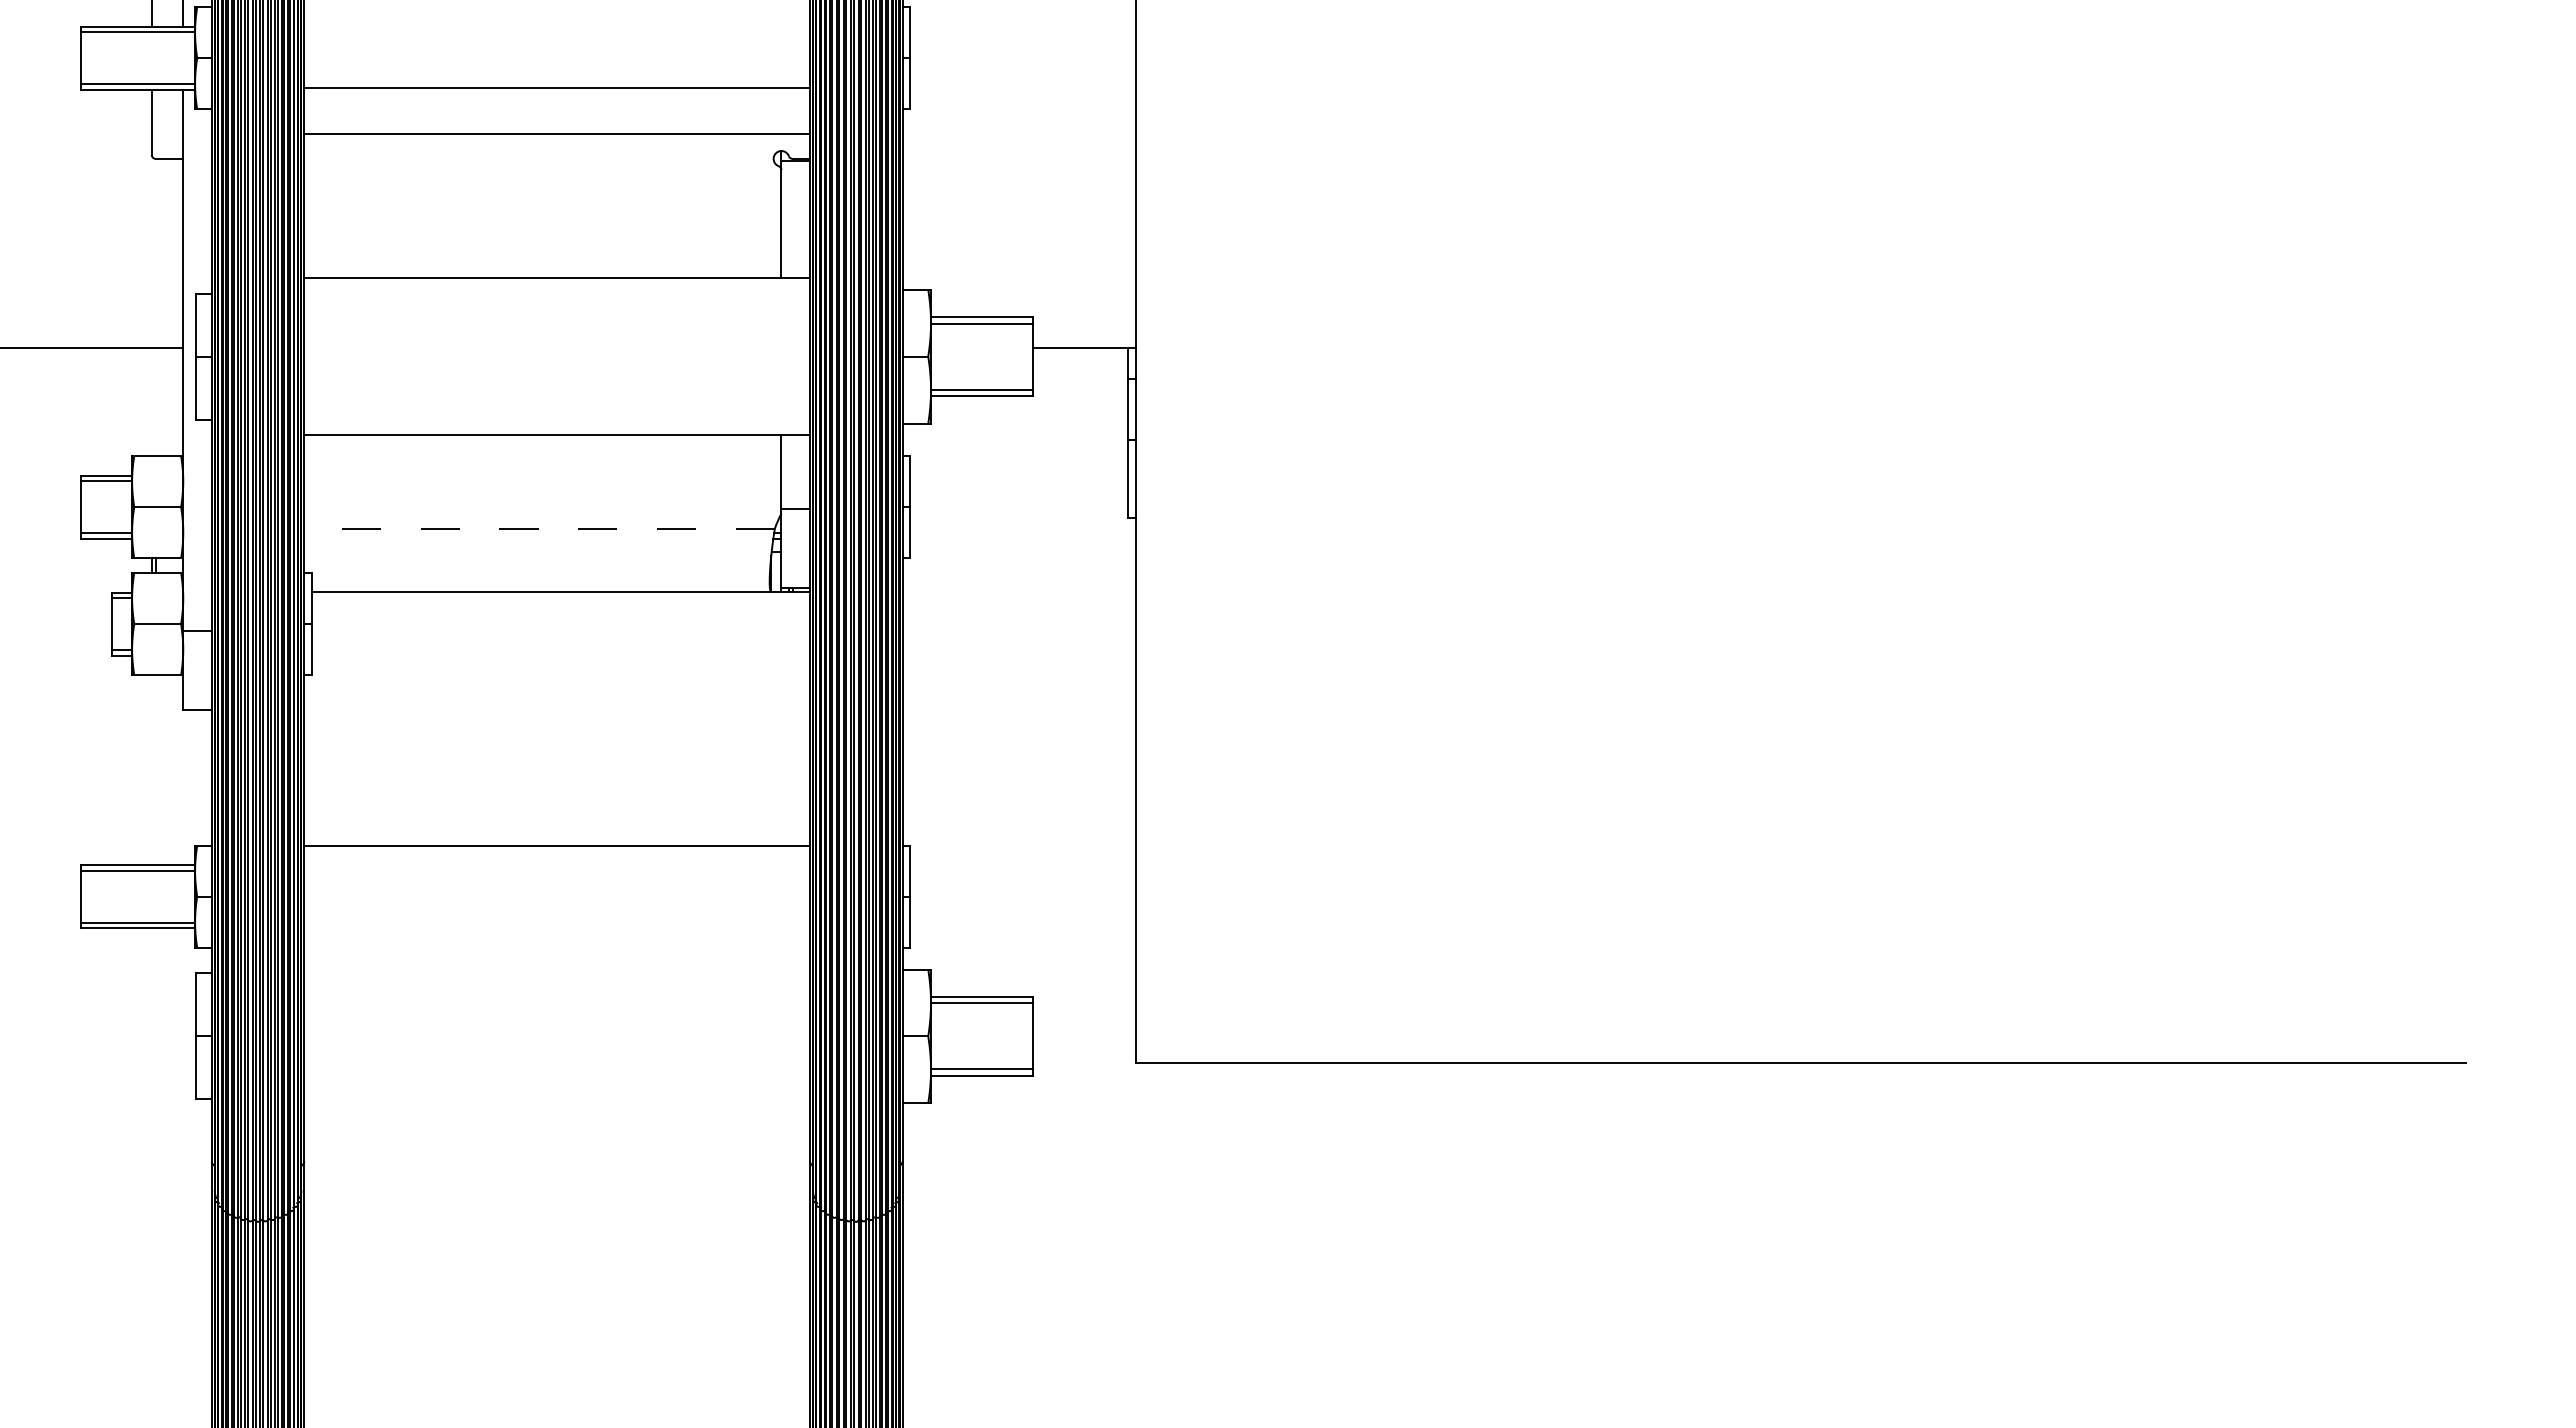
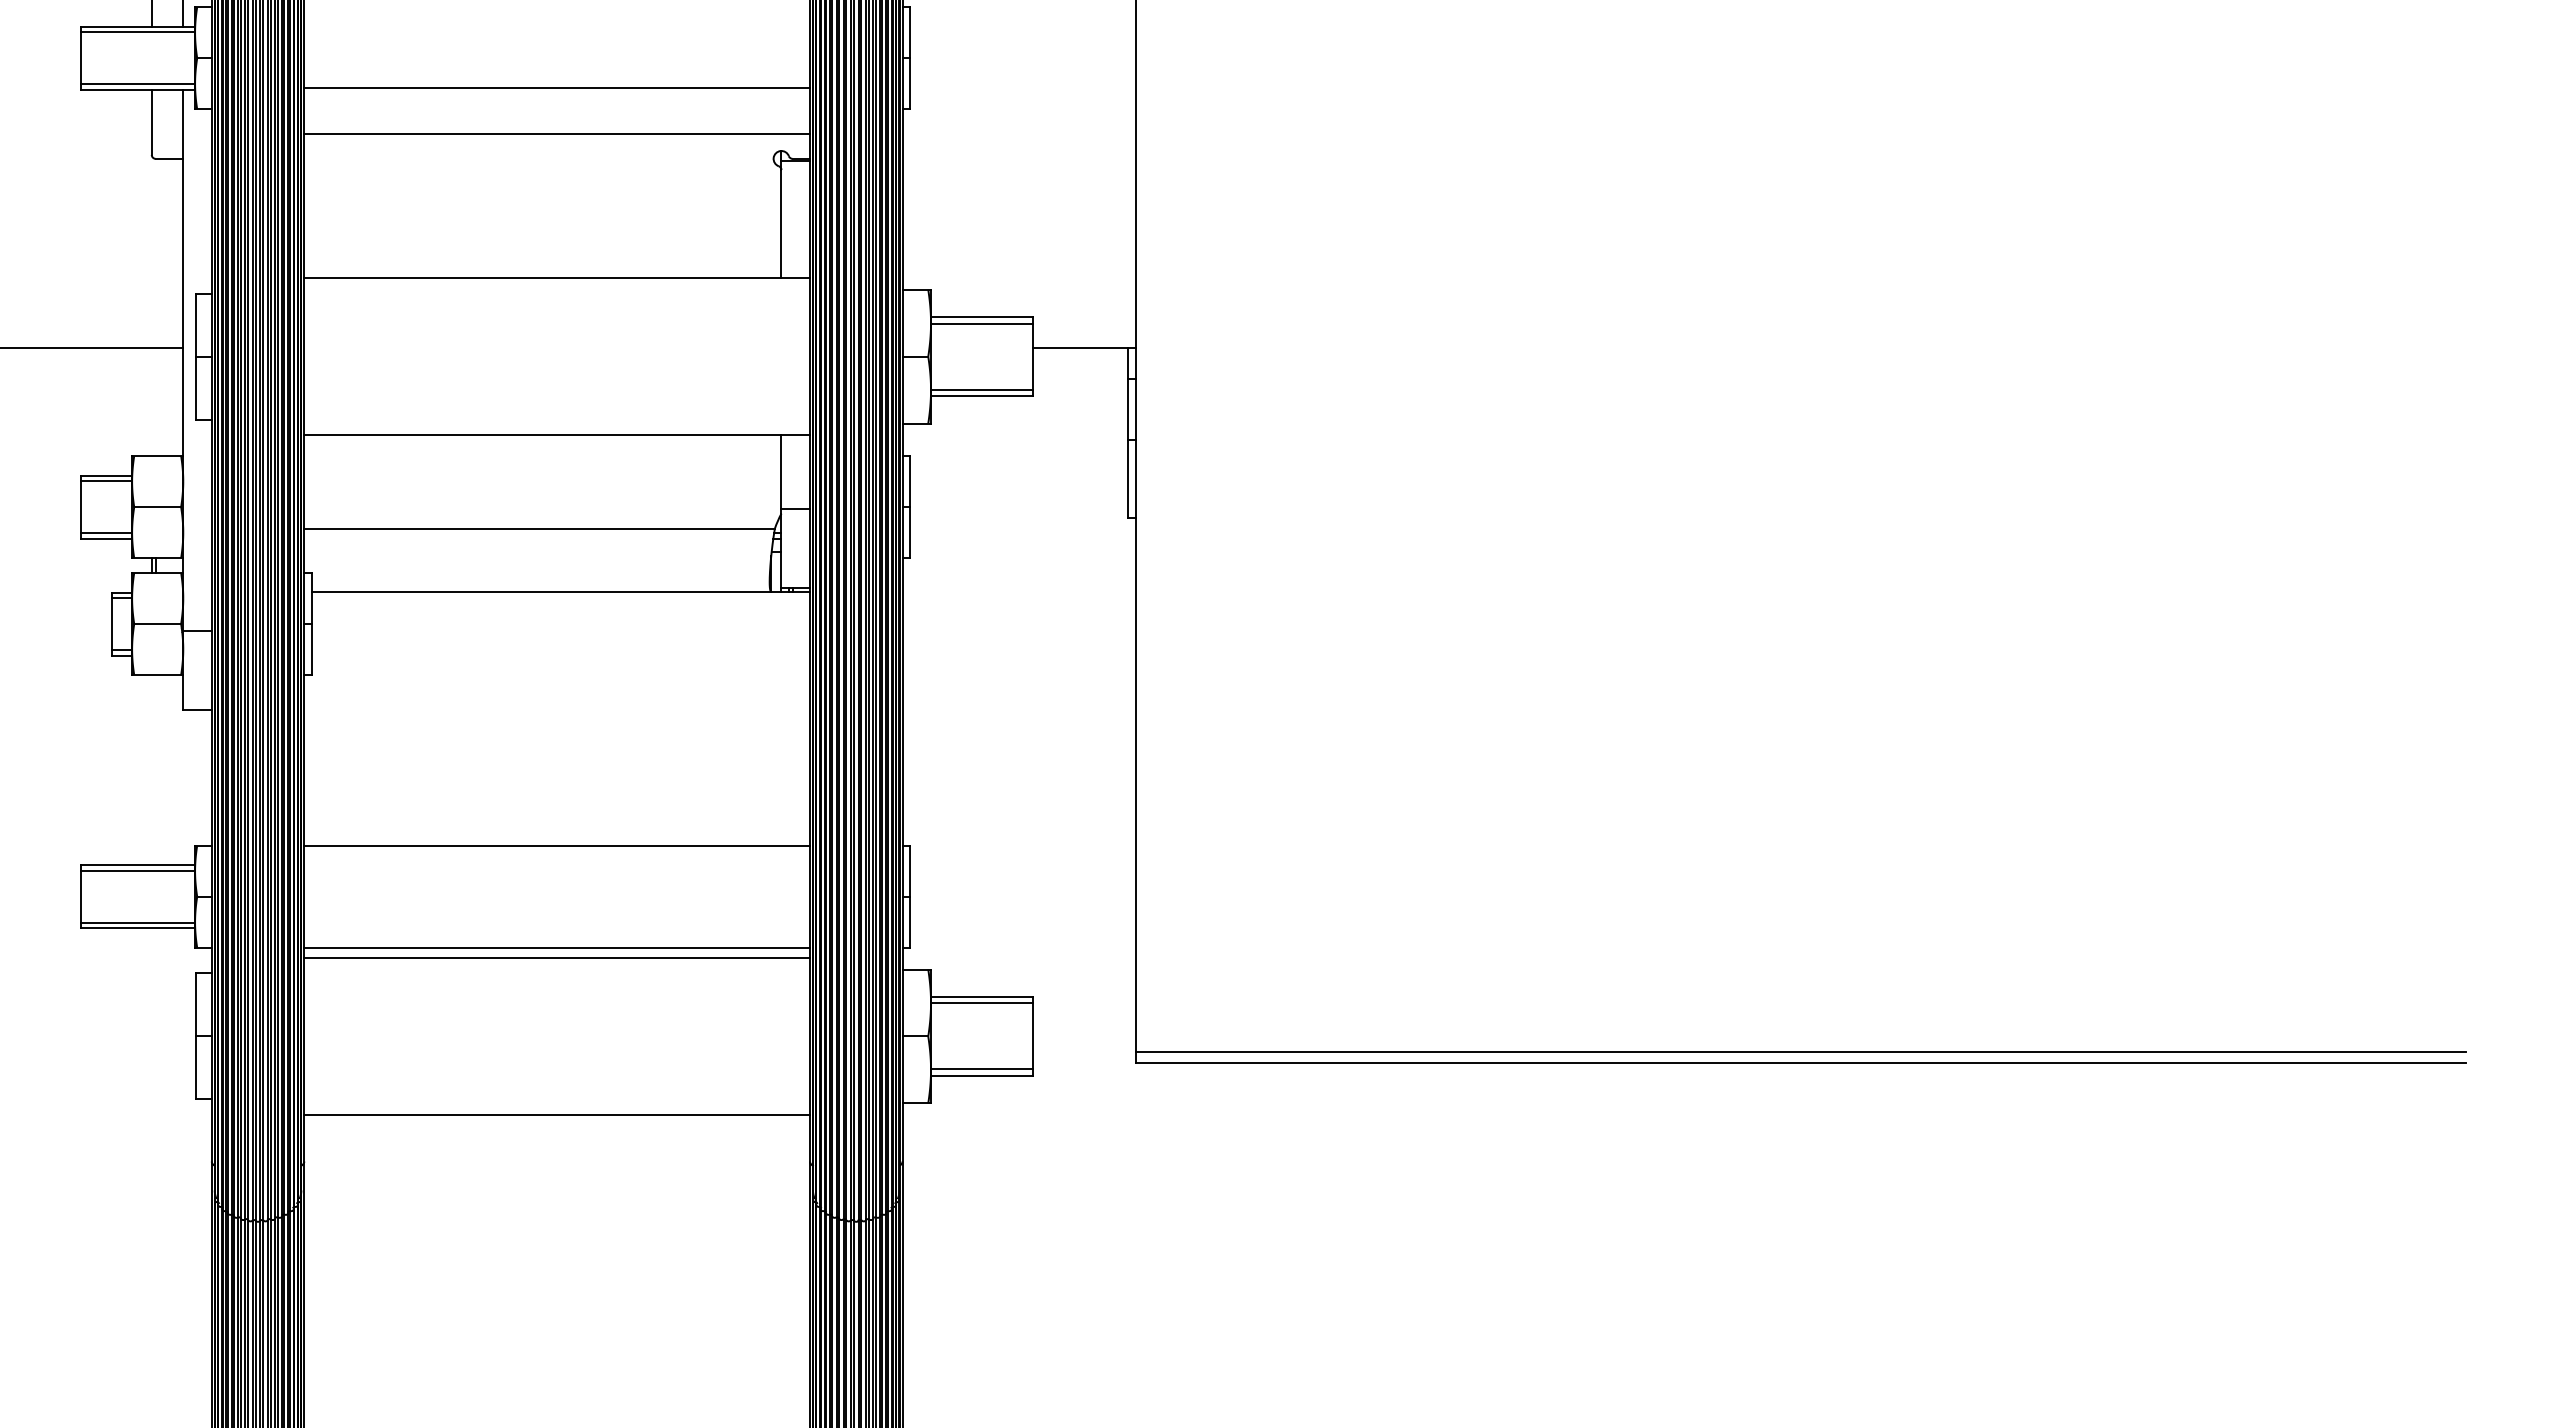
line at (539, 528): dashed -> solid
line at (556, 947): none -> present
line at (556, 957): none -> present
line at (1800, 1052): none -> present
line at (556, 1115): none -> present
